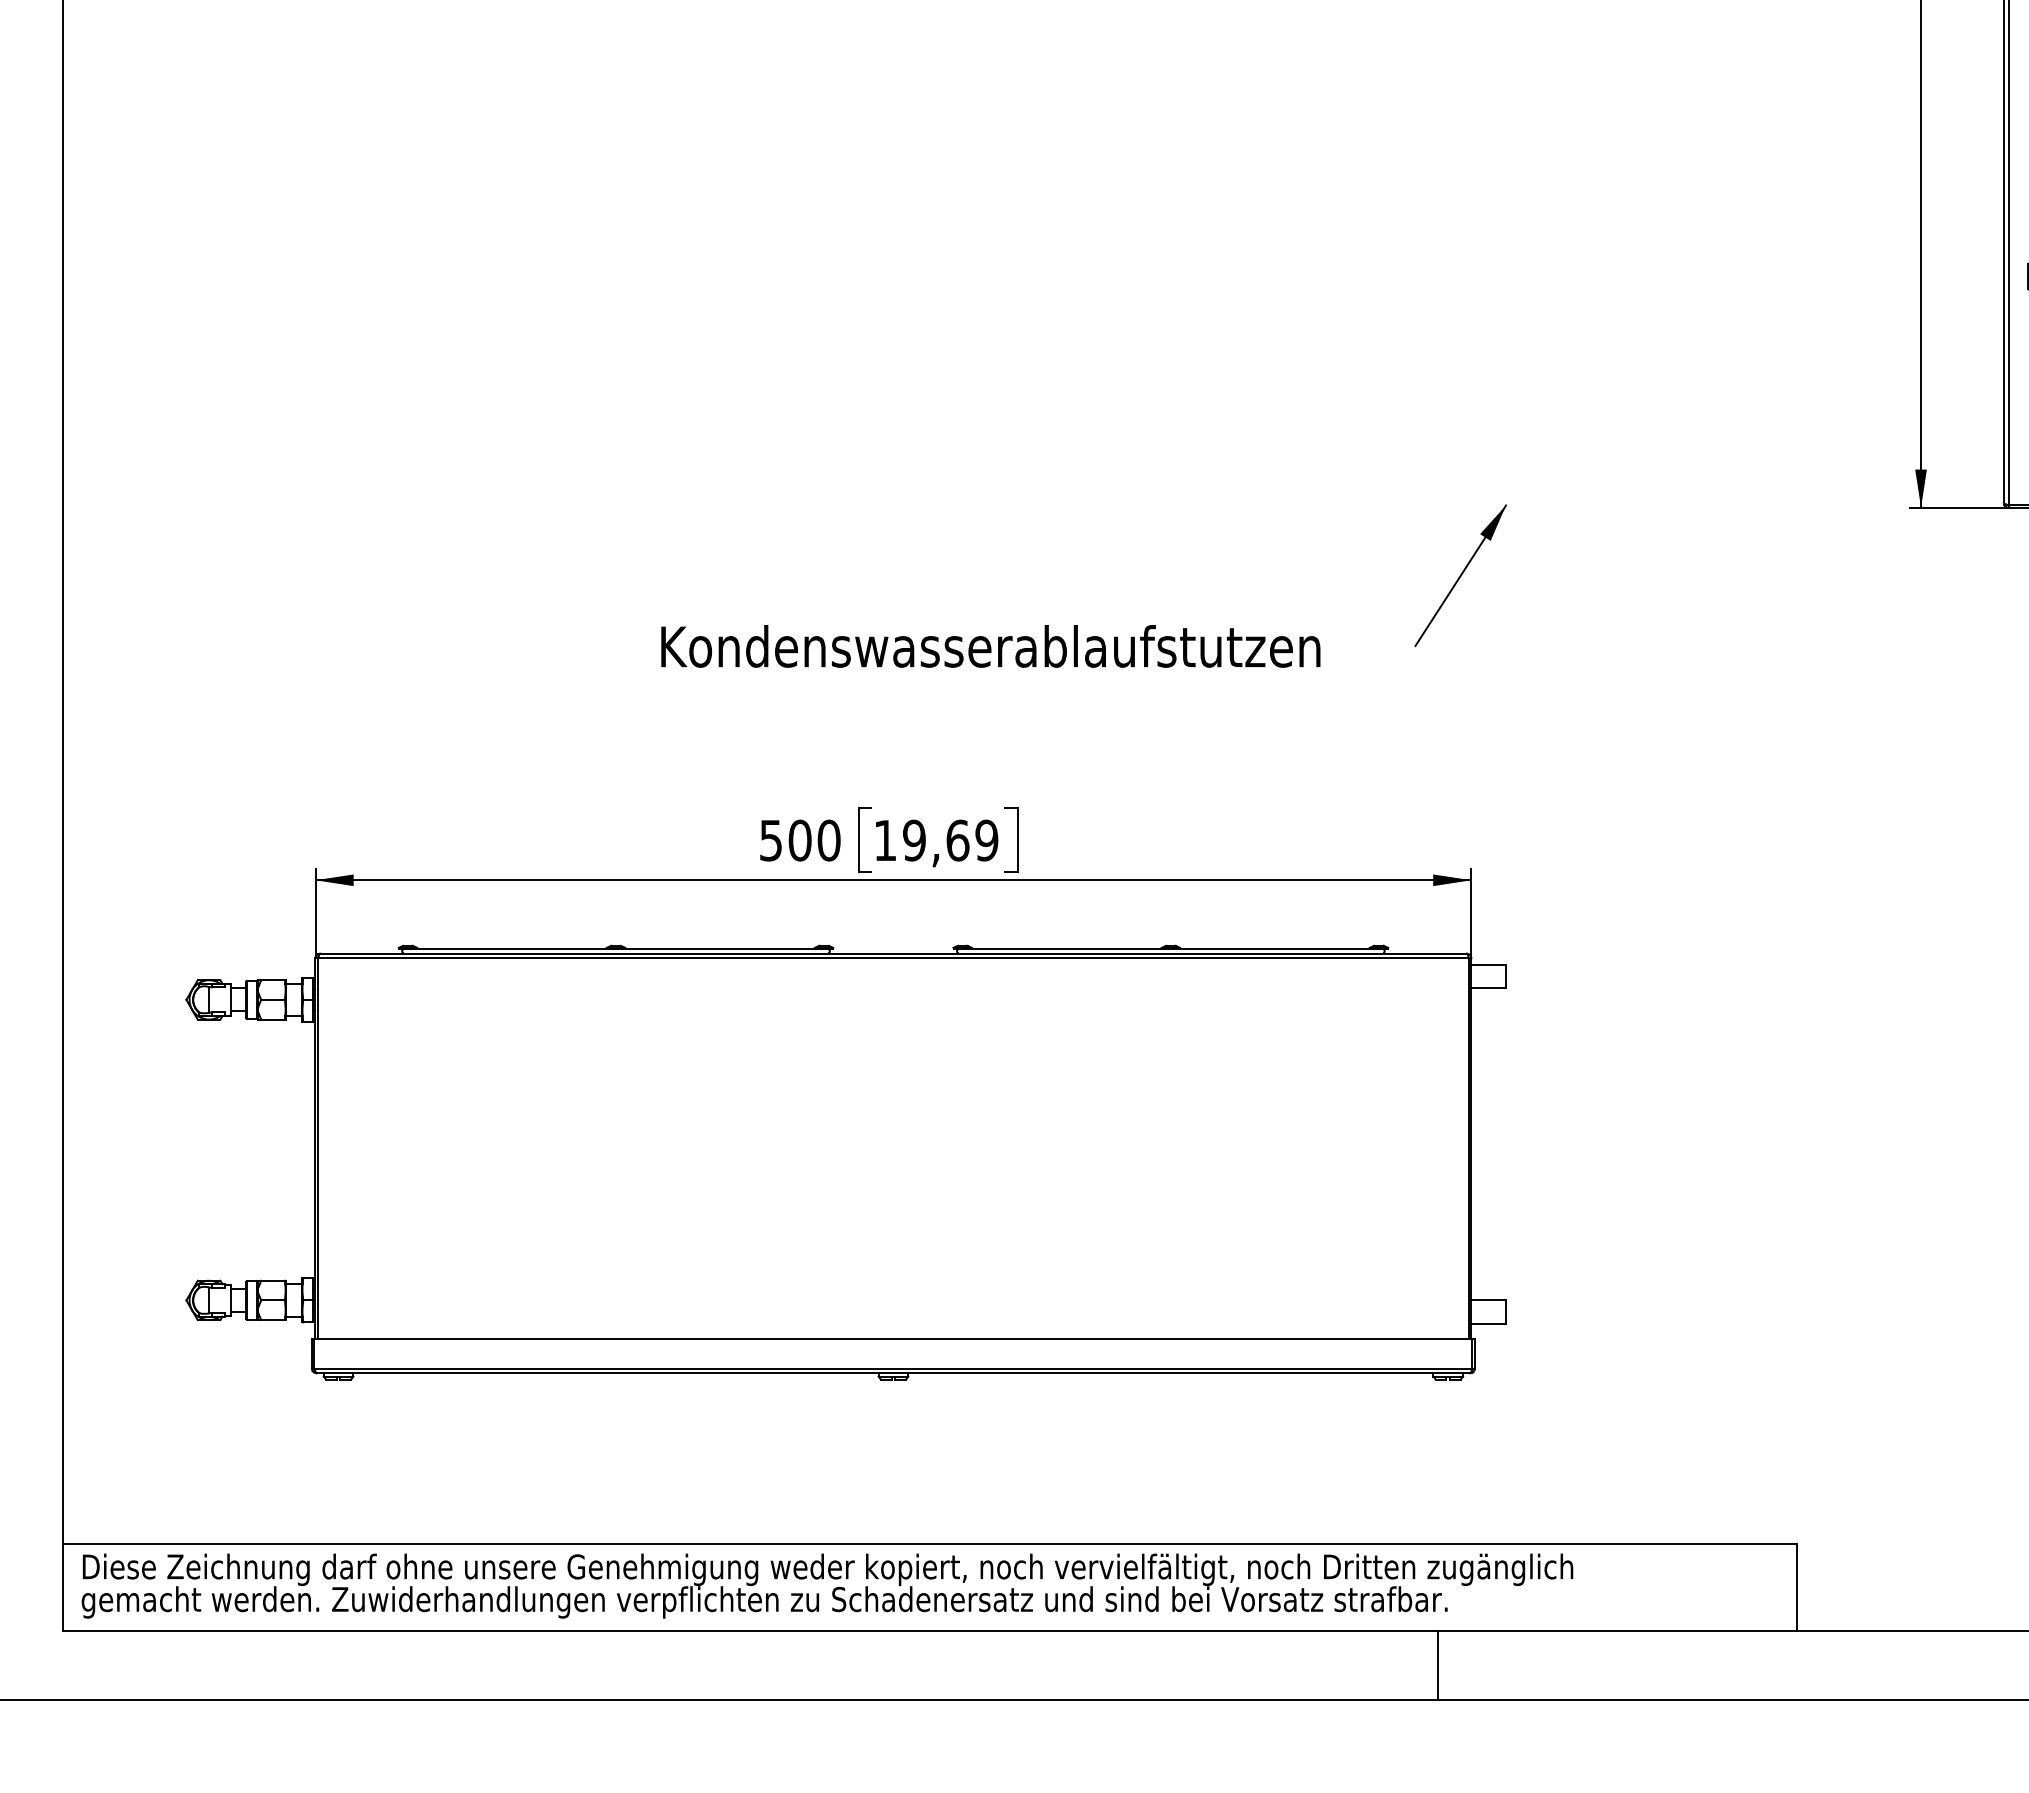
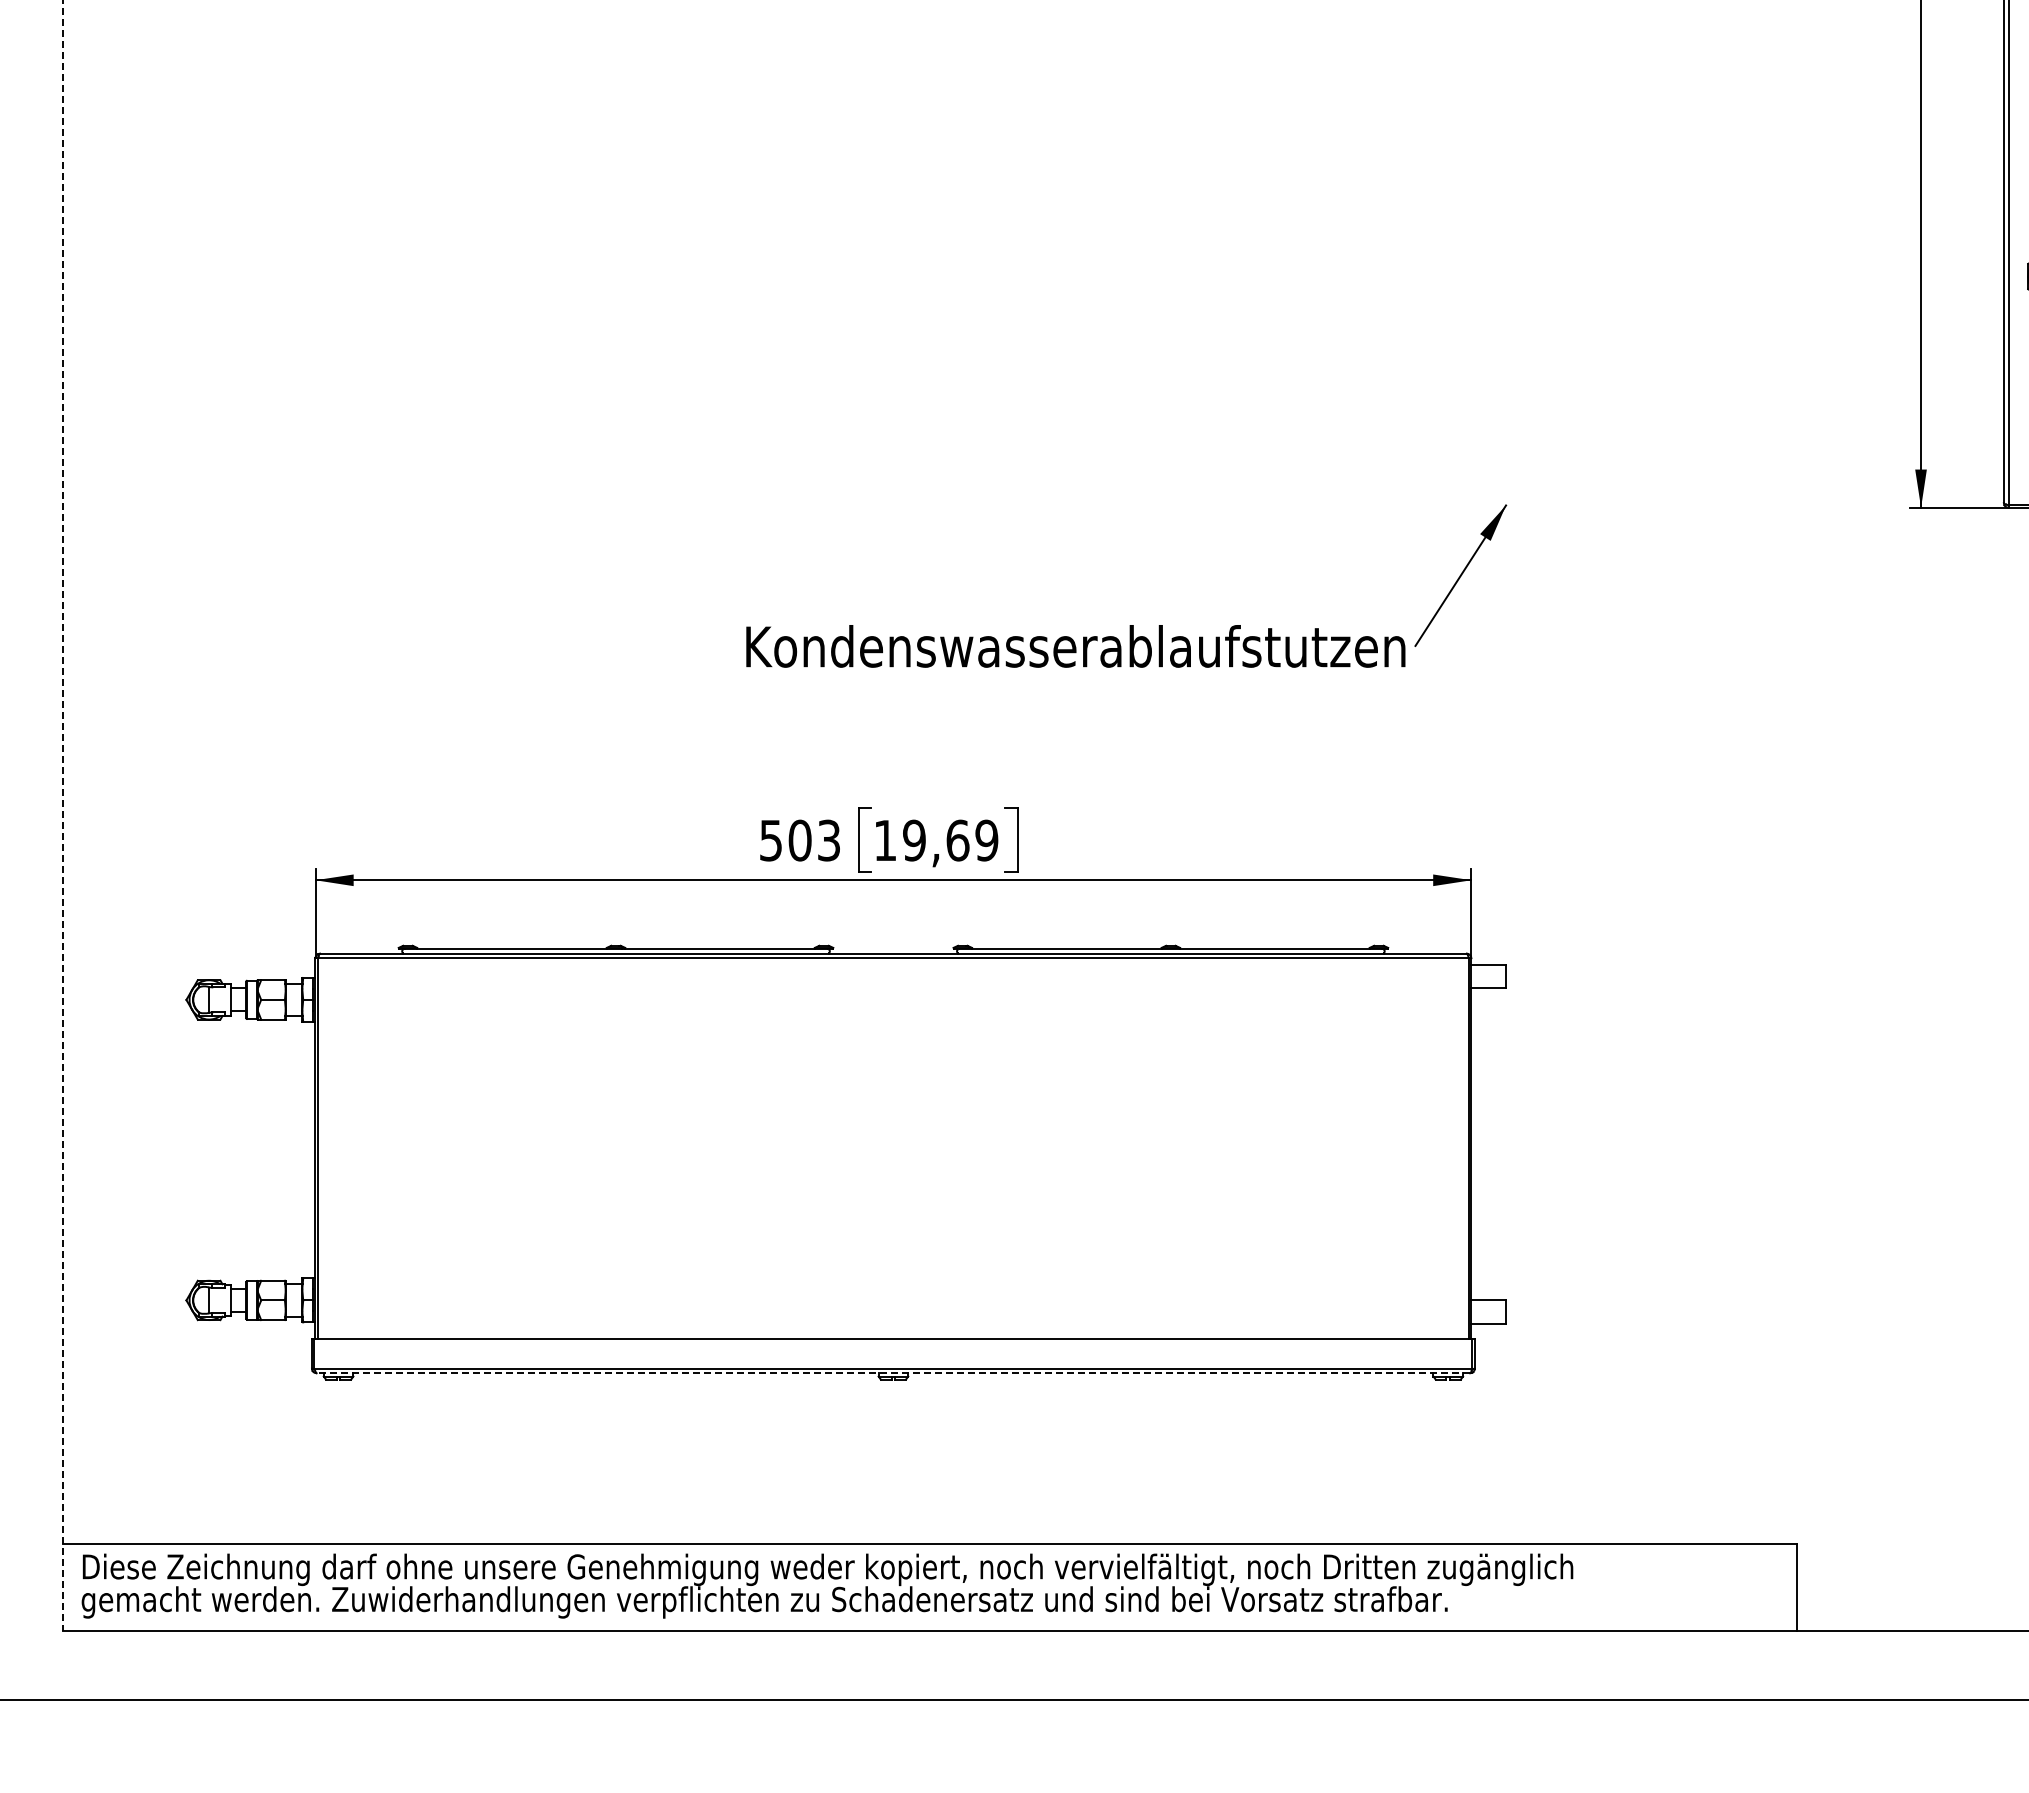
text at (990, 646) position: (990, 646) -> (1075, 646)
line at (62, 815): solid -> dashed
text at (828, 840): 500 -> 503
line at (893, 1373): solid -> dashed
line at (1438, 1665): present -> none
